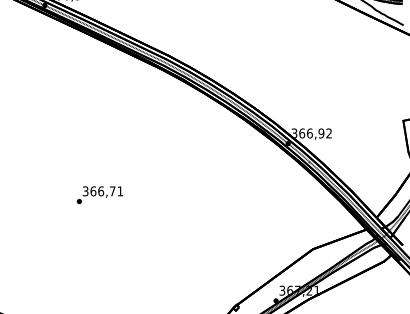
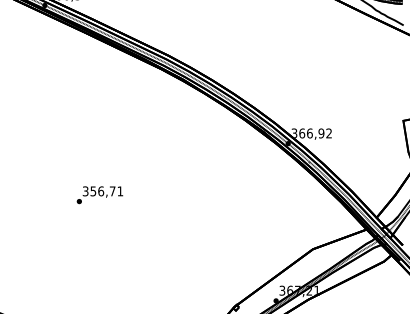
text at (93, 191): 366,71 -> 356,71
